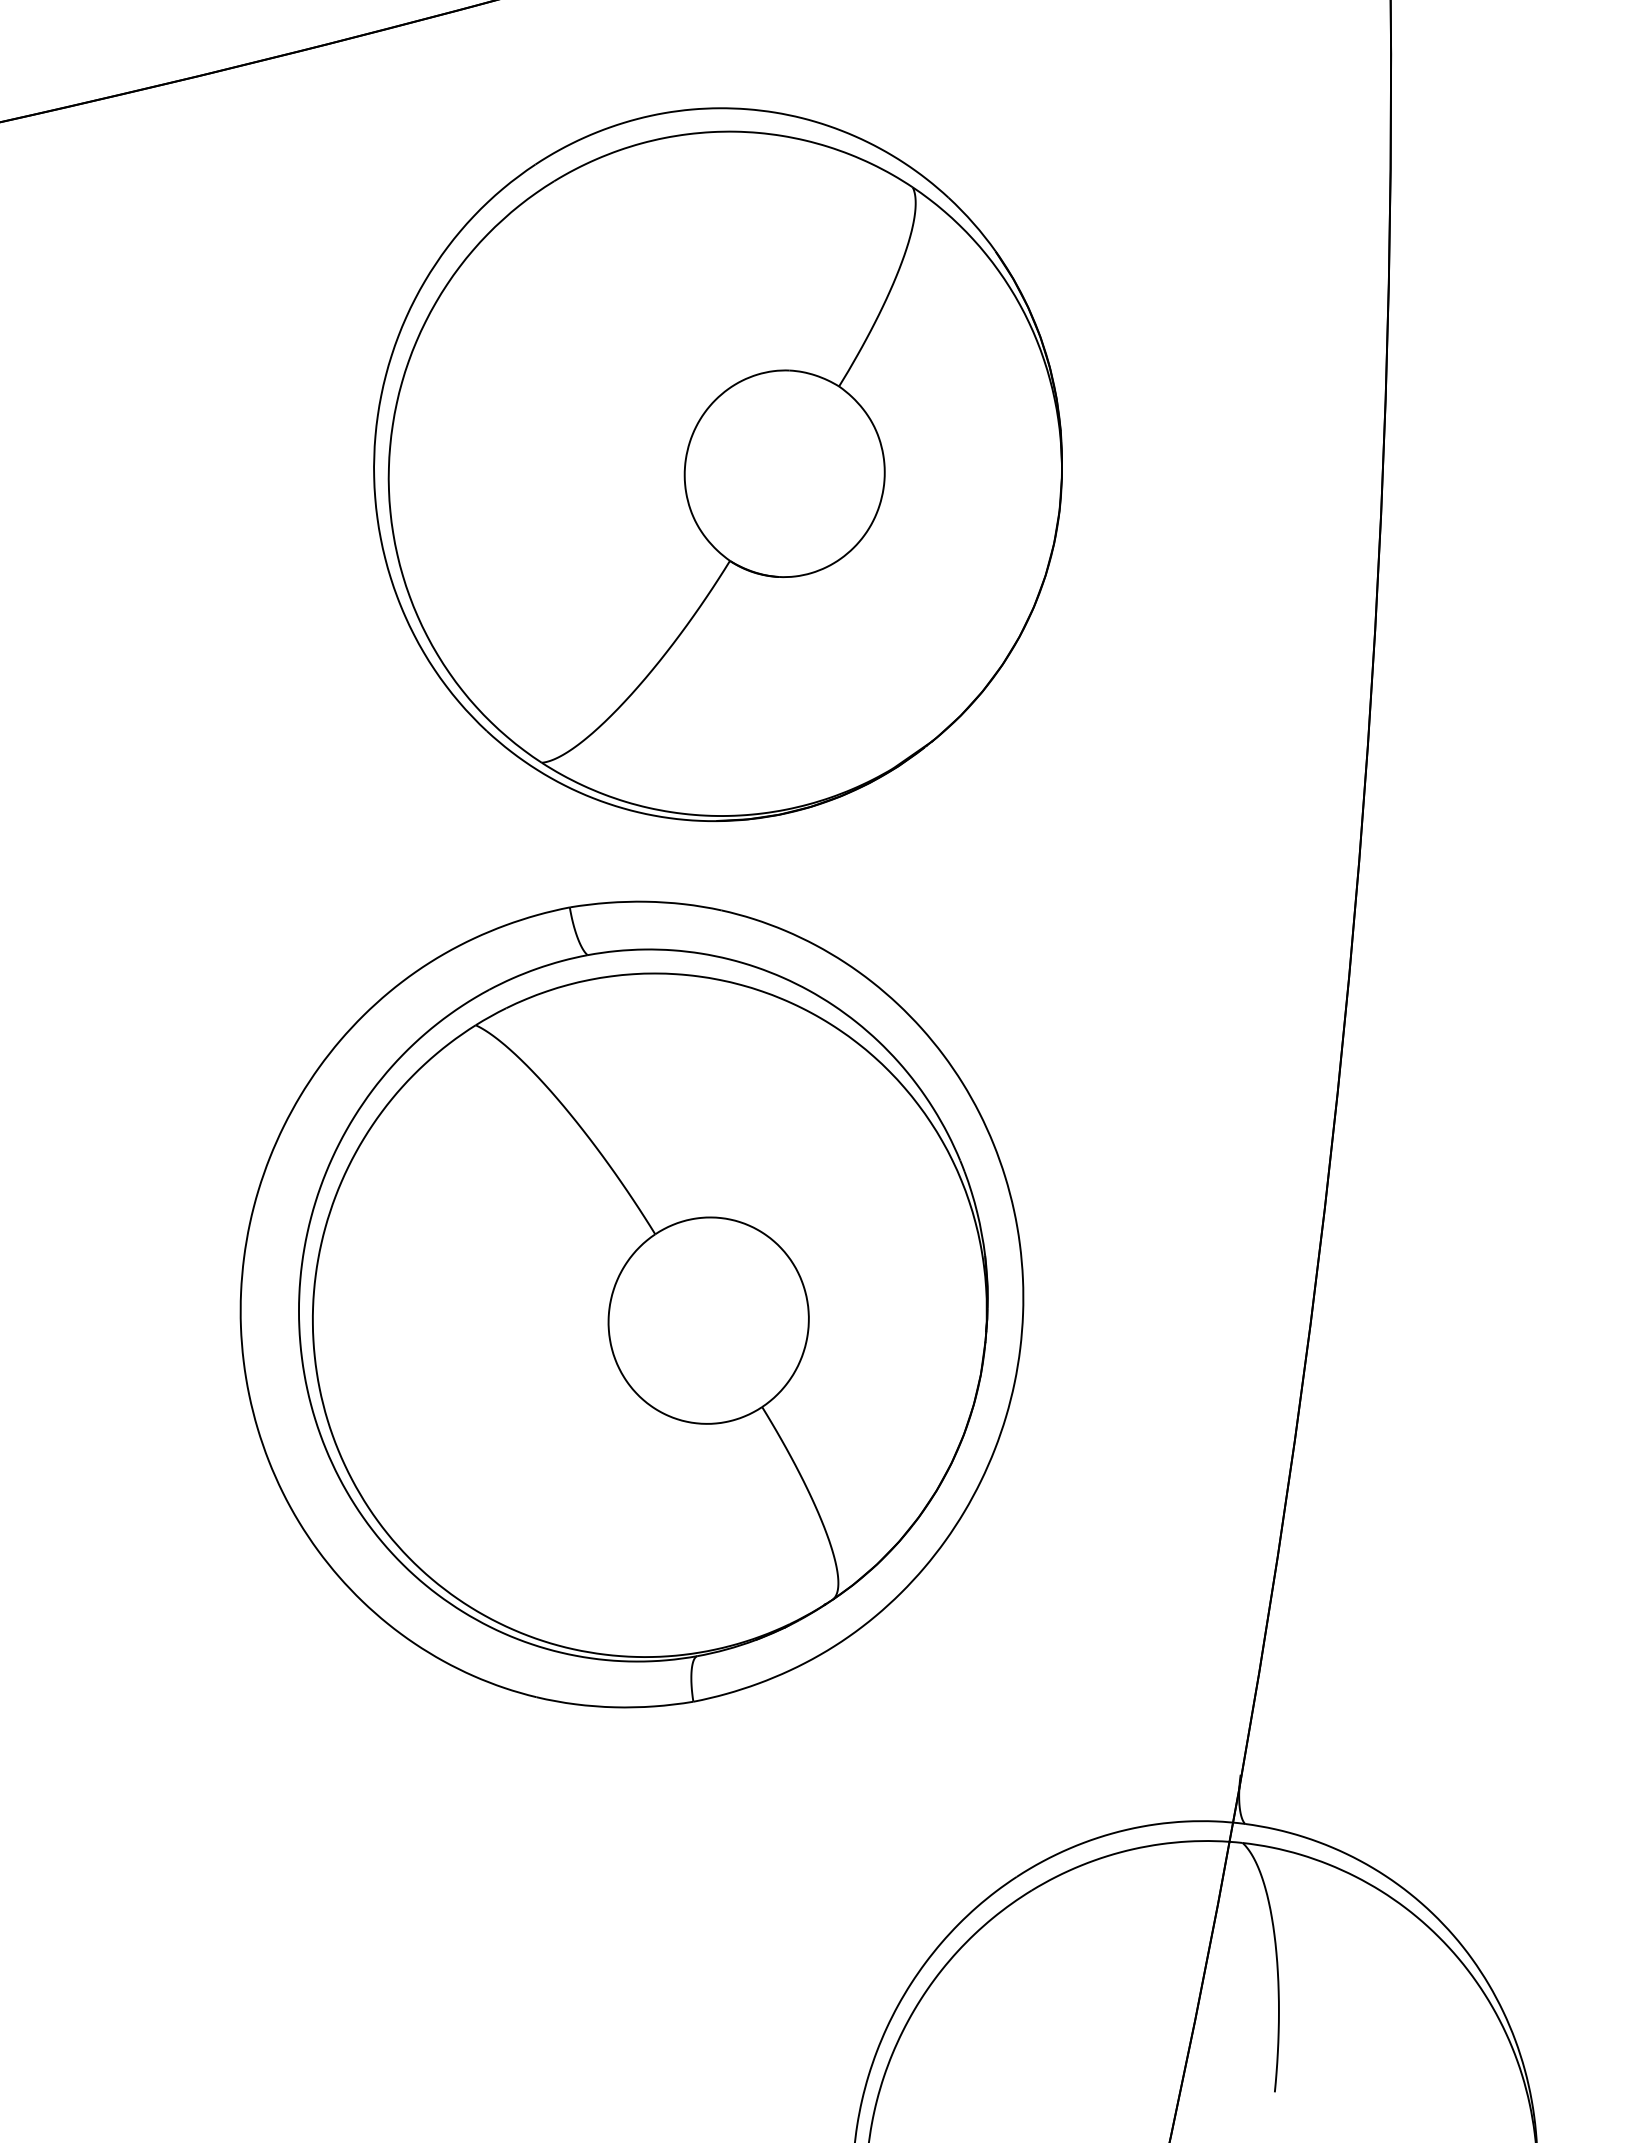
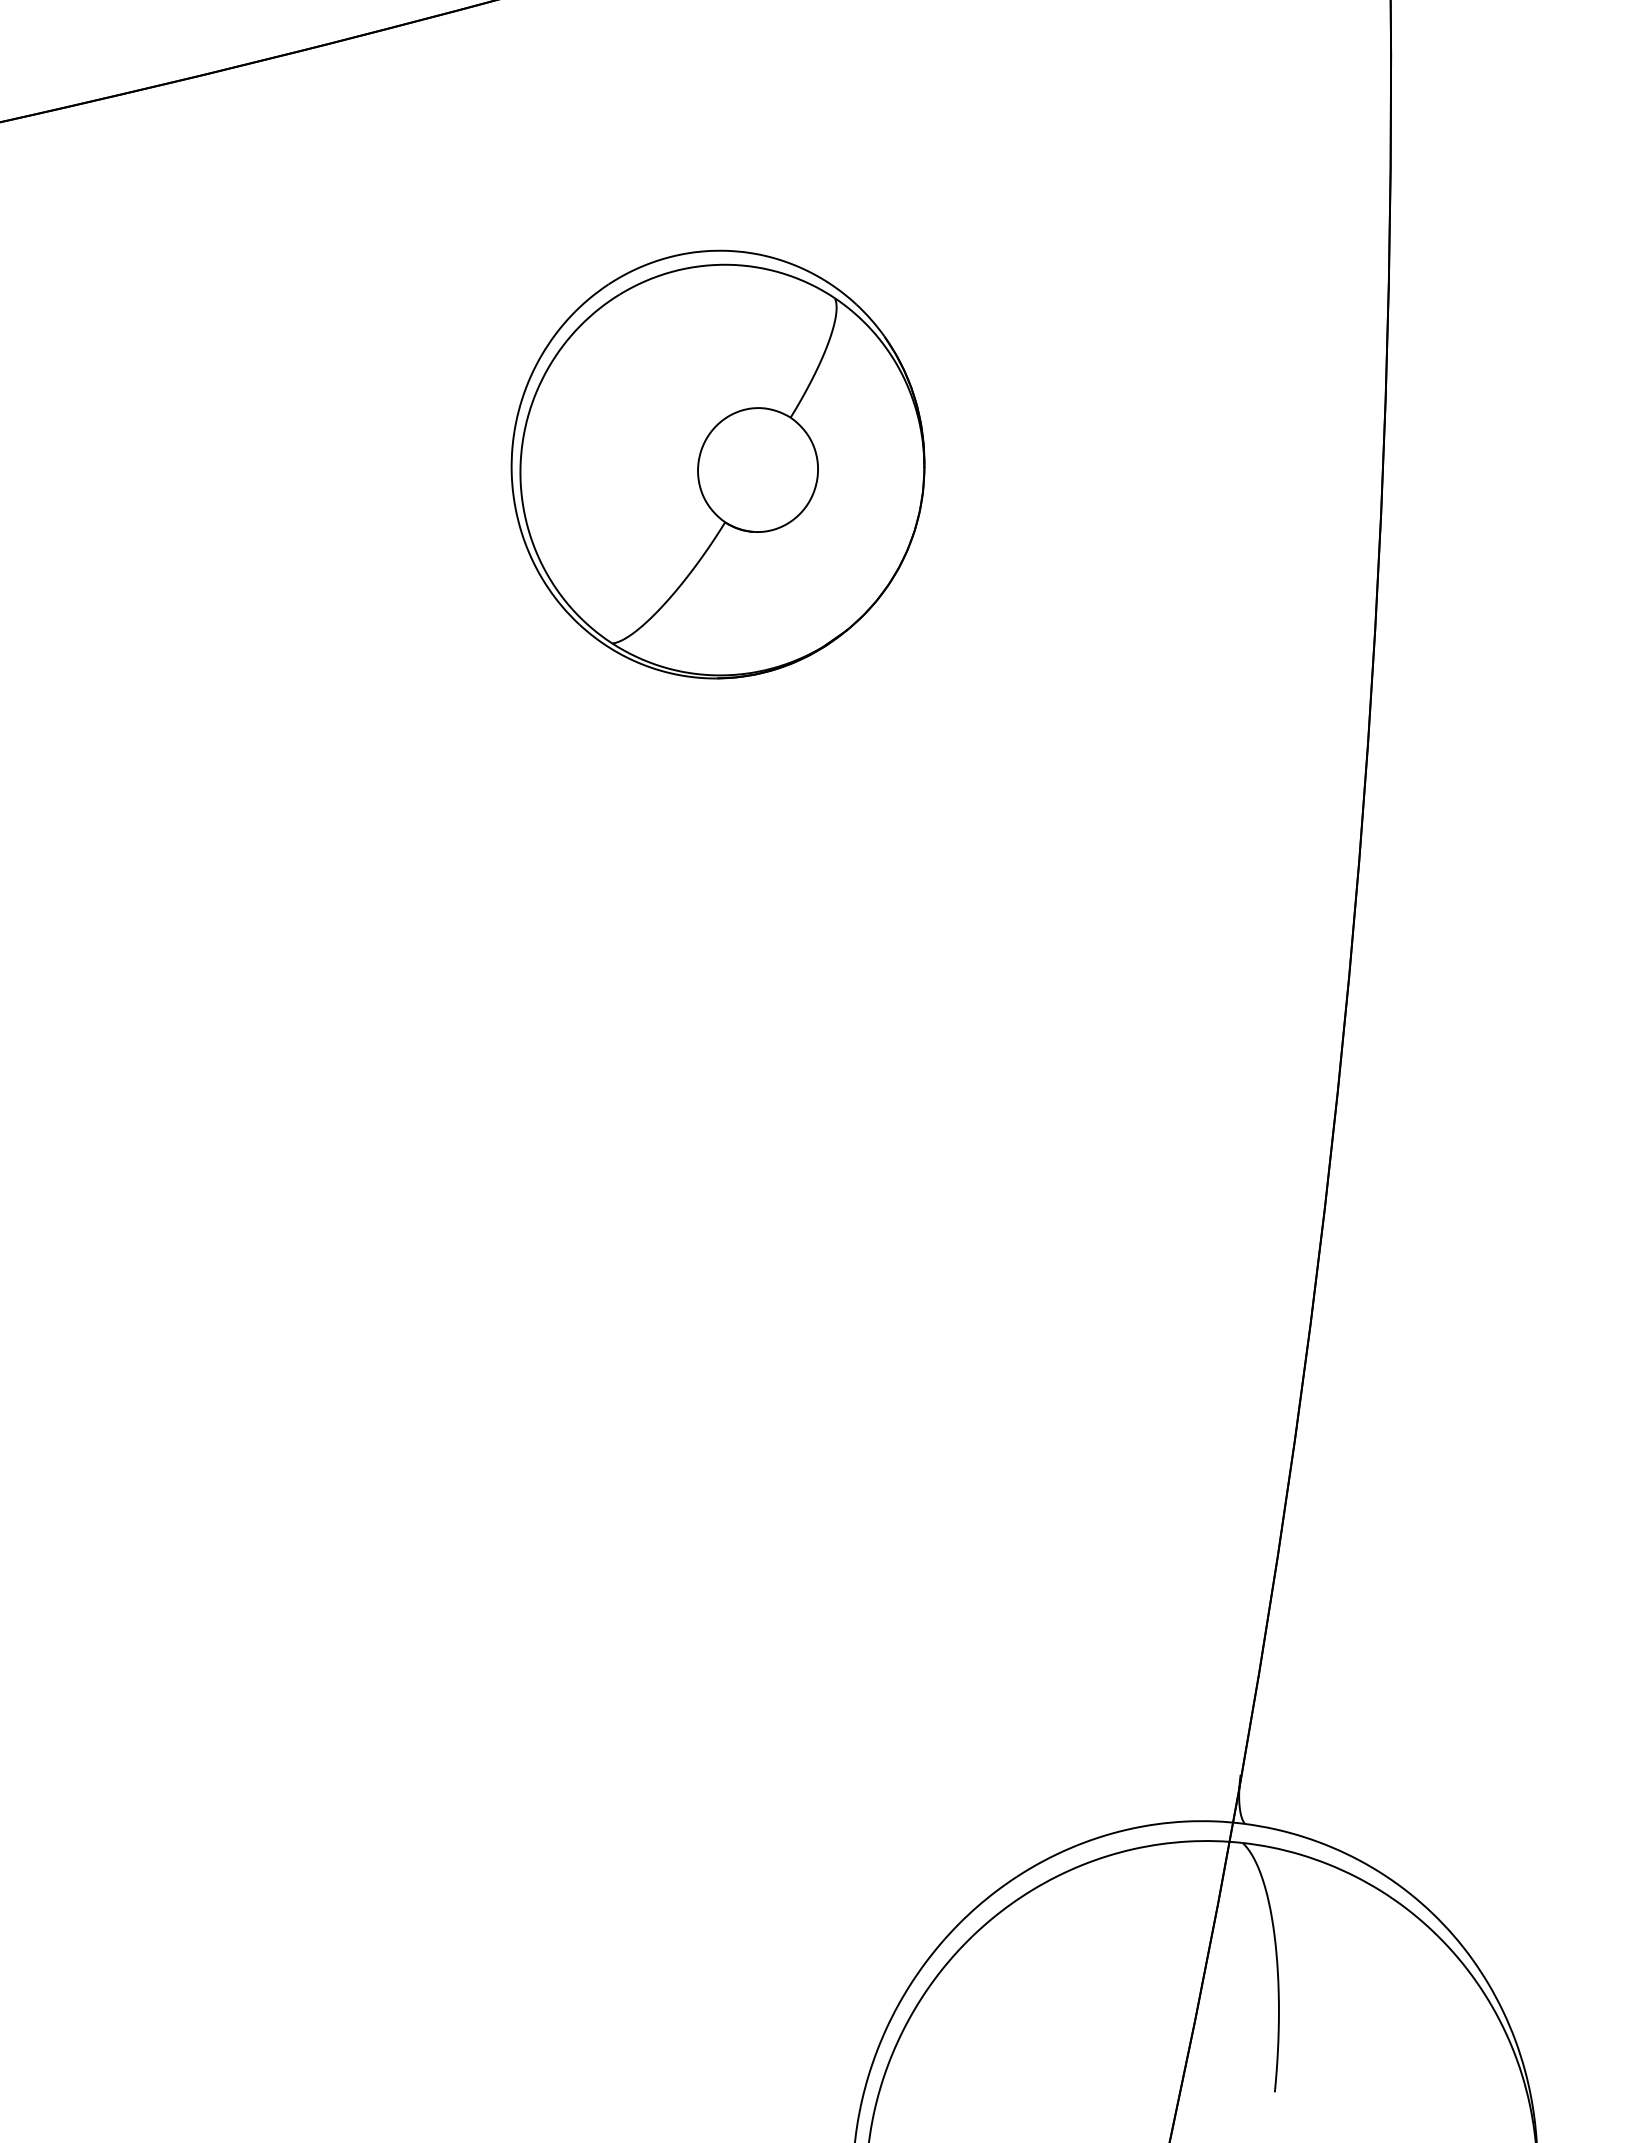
part at (717, 464) size: 690x715 px -> 416x431 px
part at (631, 1304): present -> none
